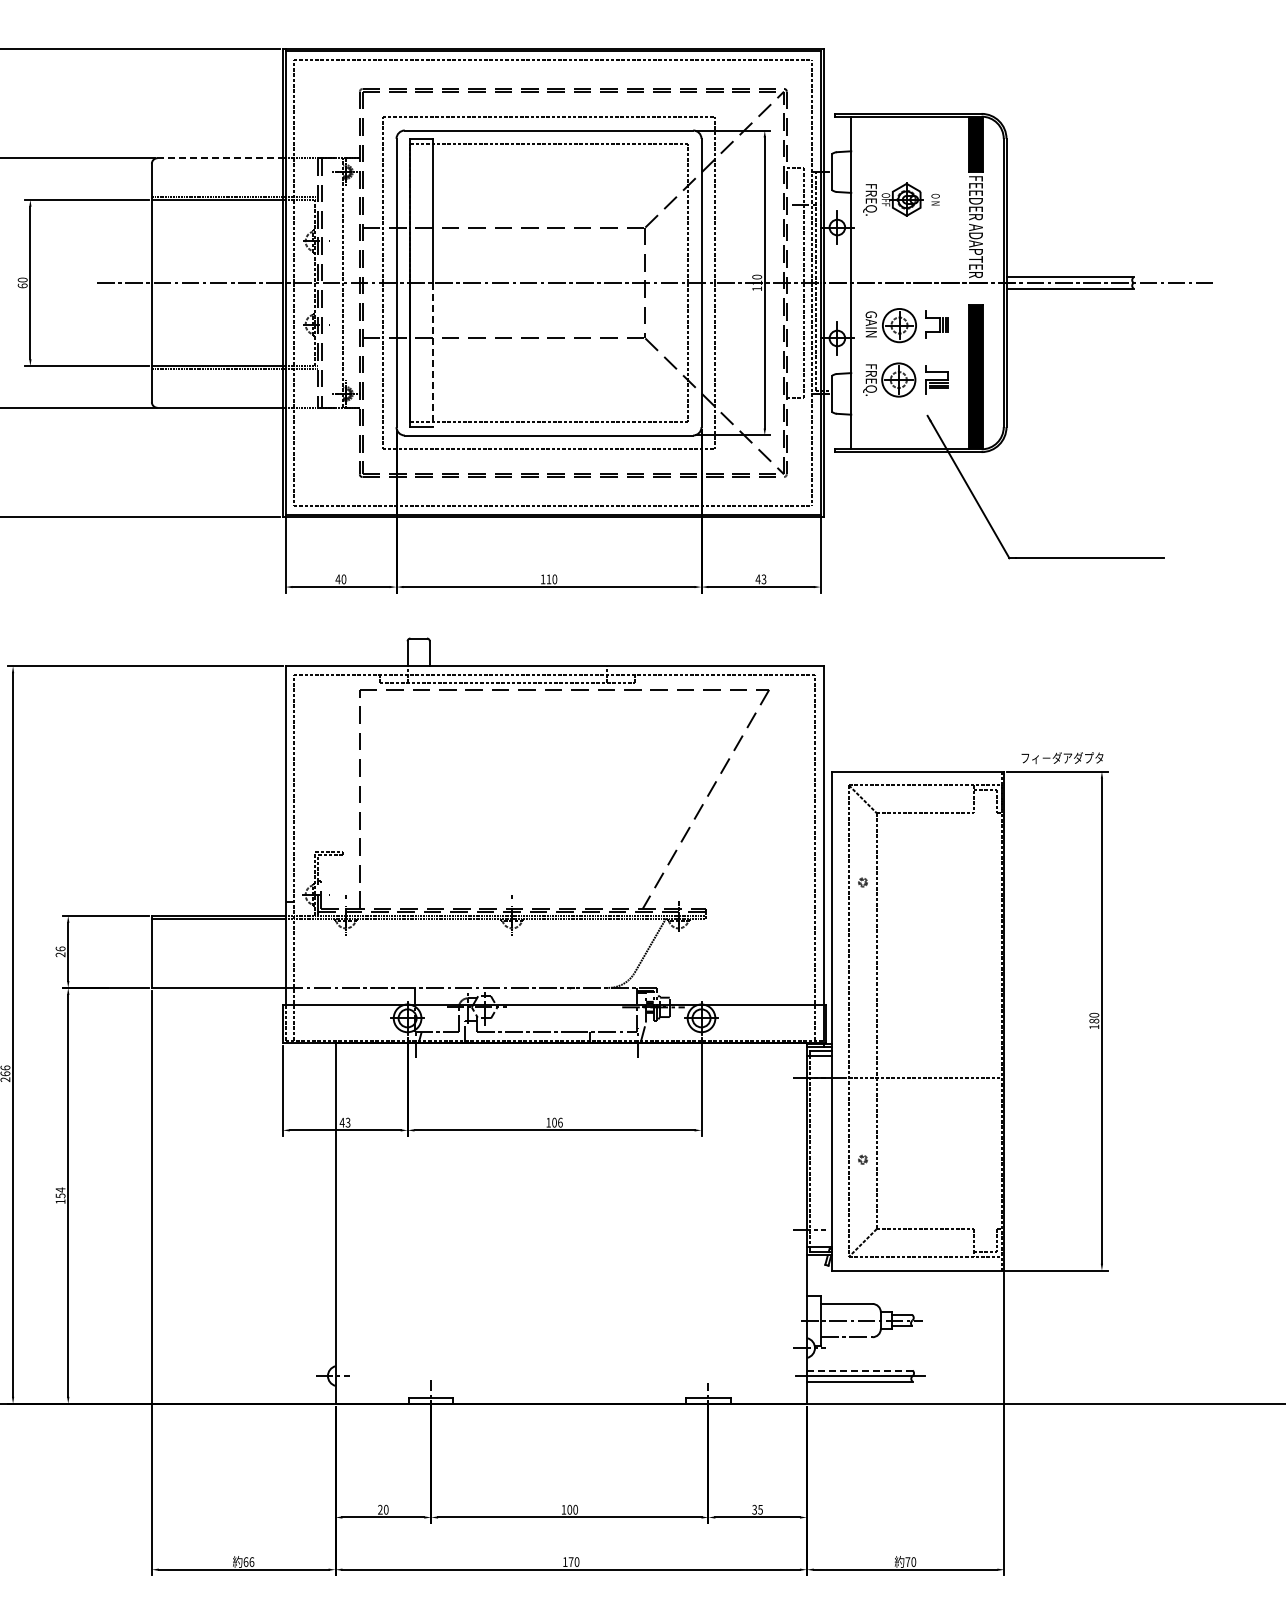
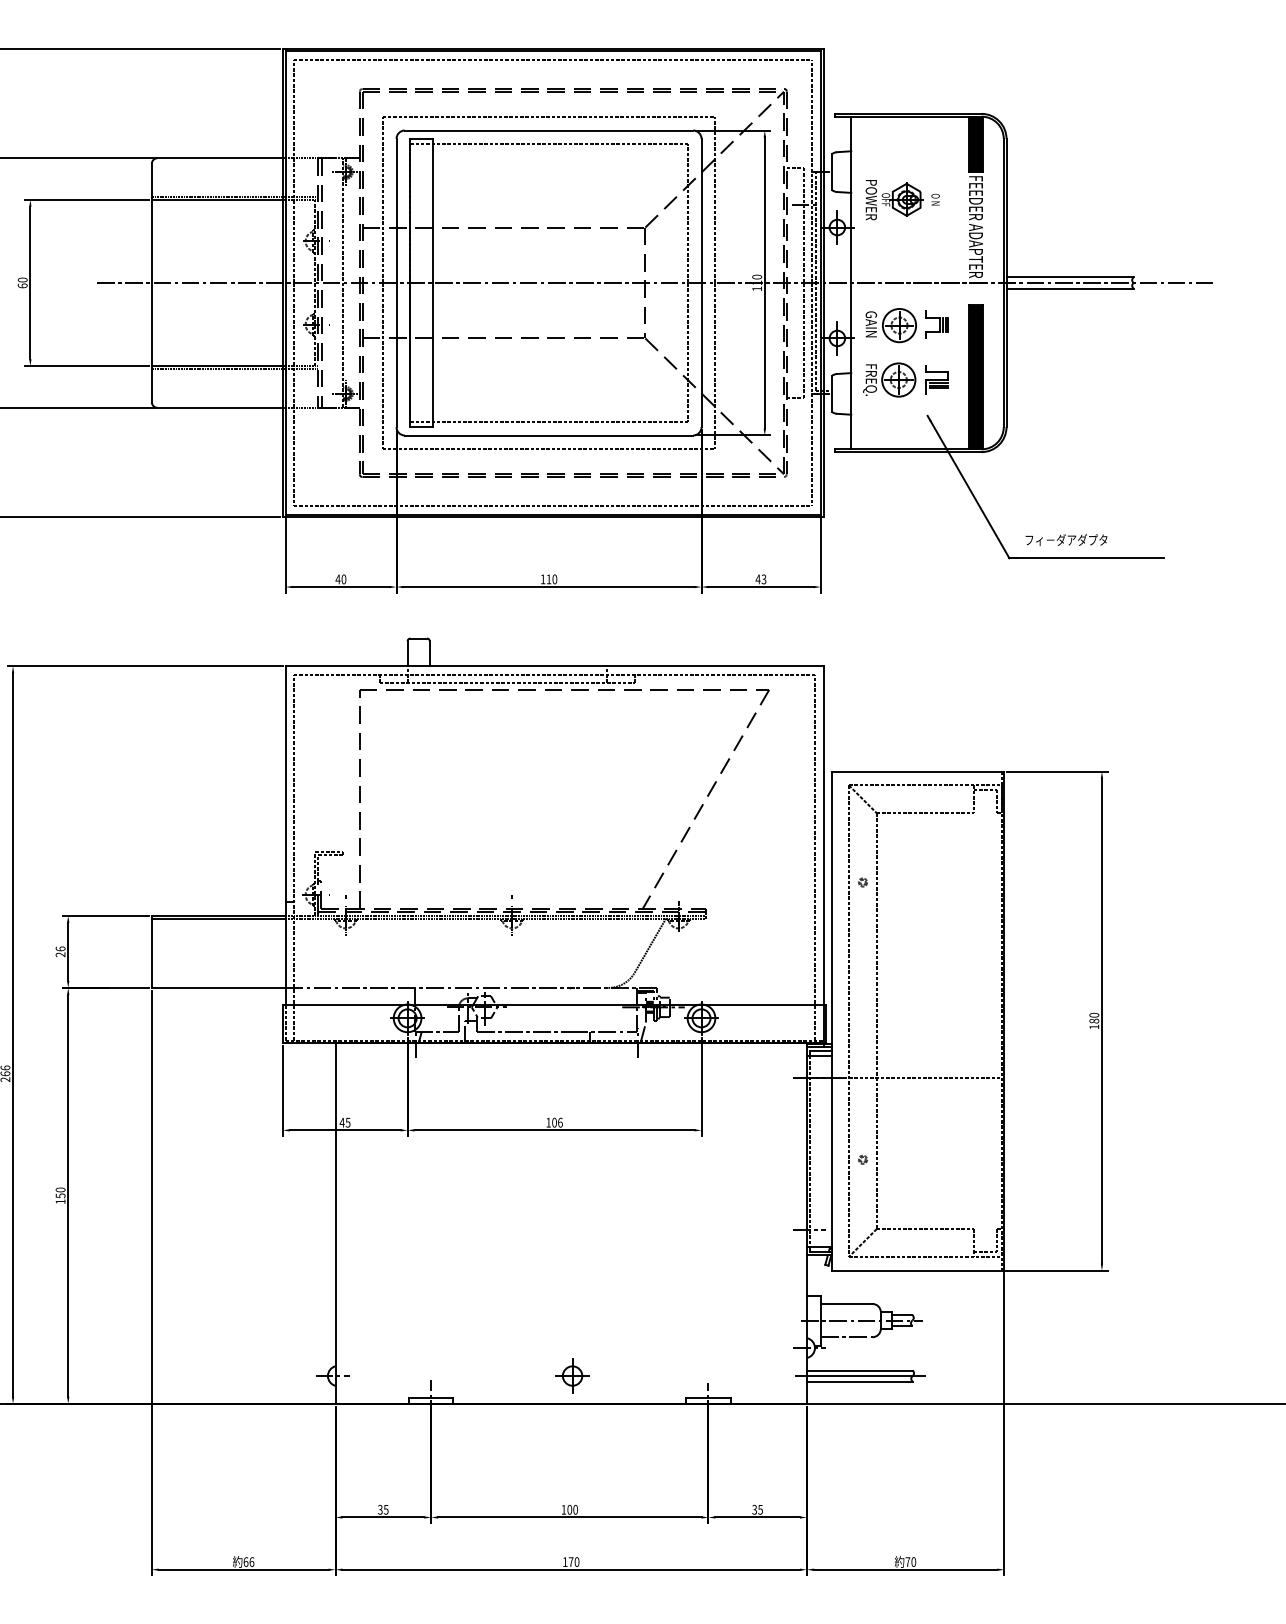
line at (220, 158): dashed -> solid
text at (869, 200): FREQ. -> POWER
line at (432, 355): dashed -> solid
text at (1062, 757) position: (1062, 757) -> (1066, 539)
text at (348, 1120): 43 -> 45
text at (60, 1189): 154 -> 150
line at (859, 1370): dashed -> solid
part at (572, 1375): none -> present
text at (383, 1509): 20 -> 35
